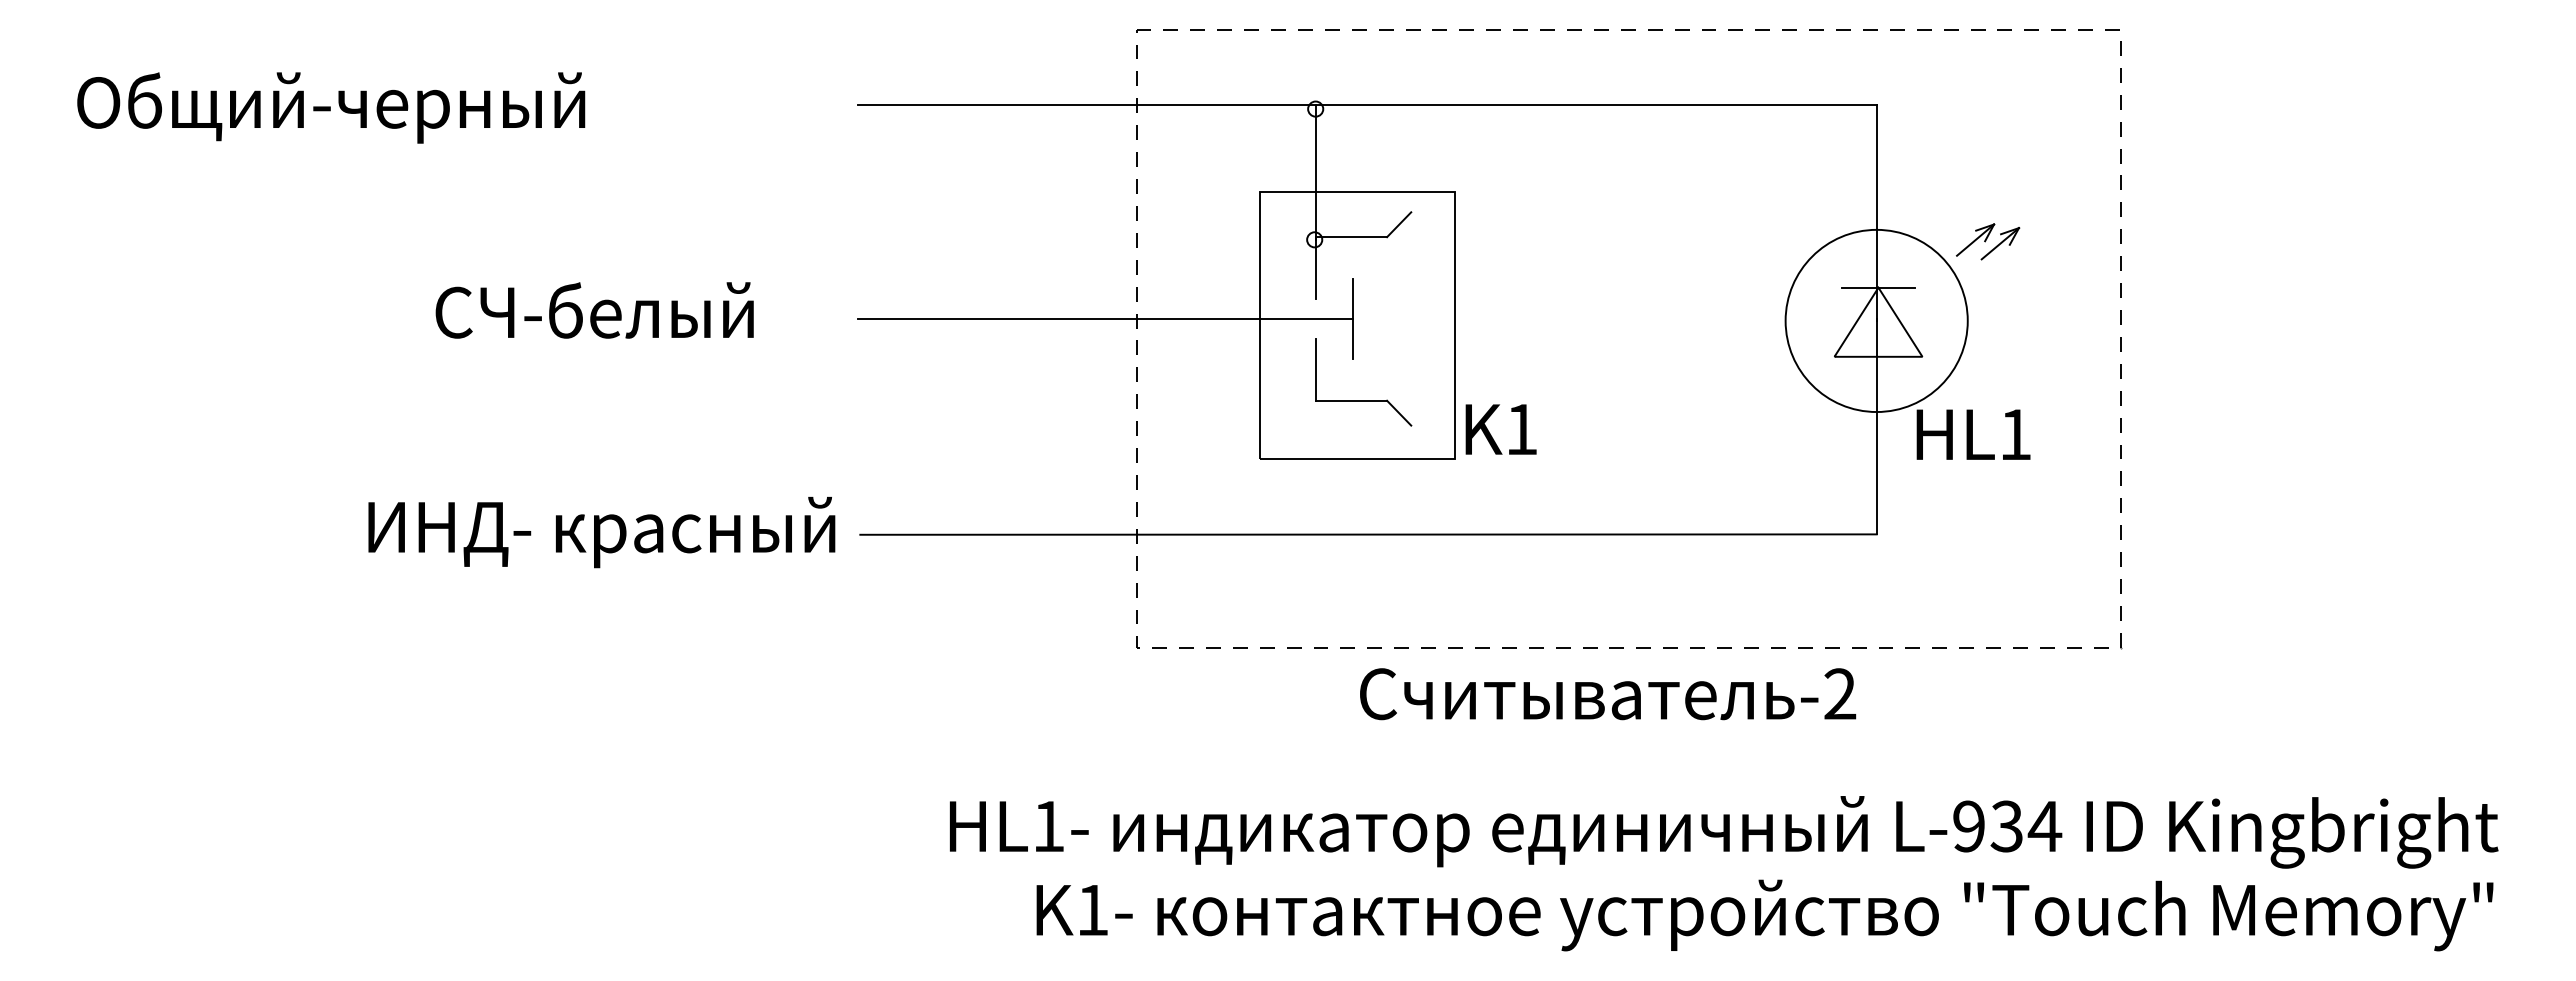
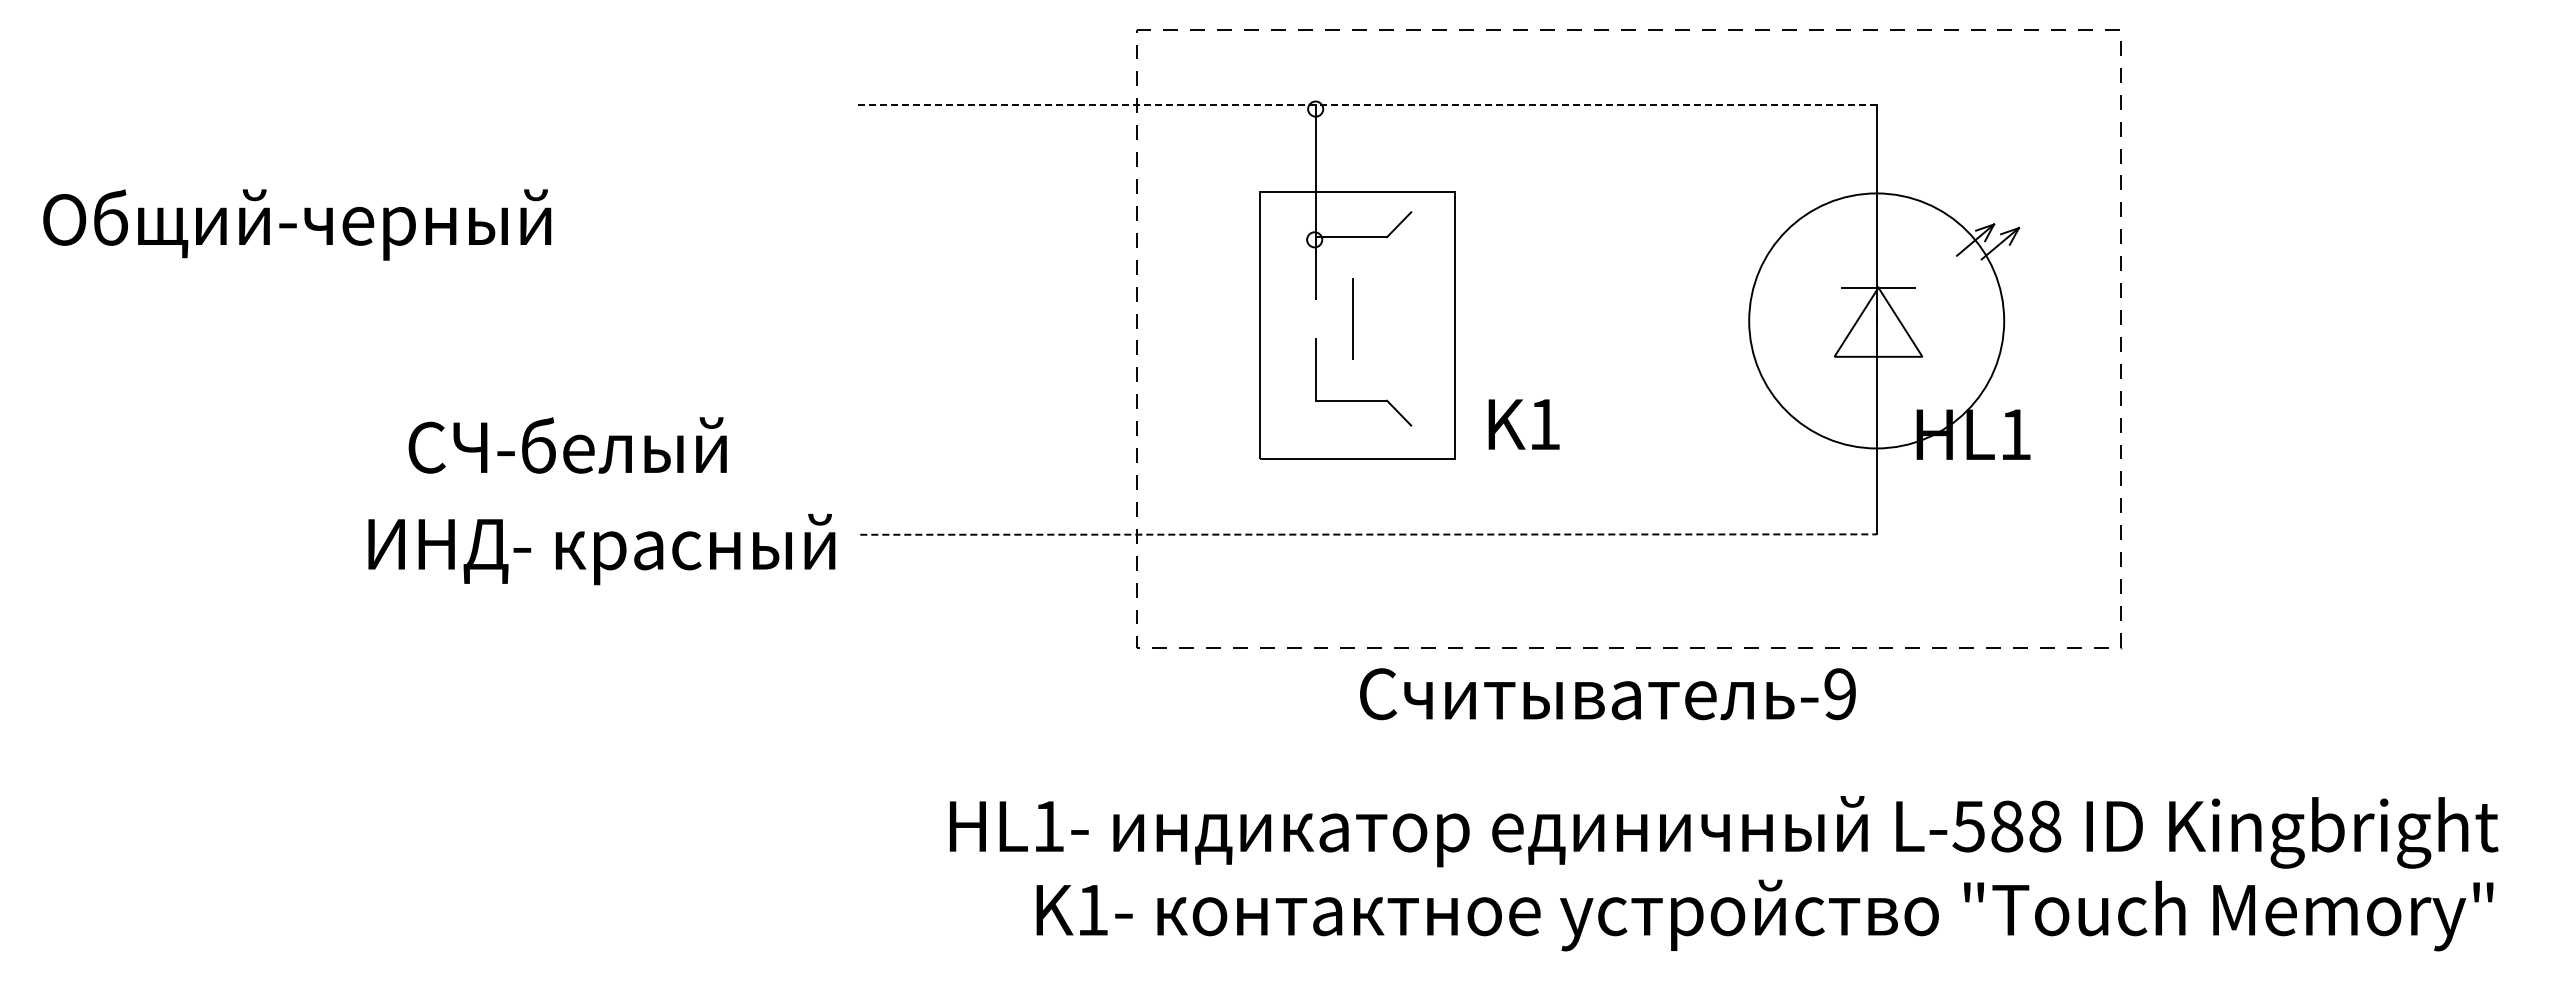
line at (1368, 105): solid -> dashed
text at (331, 107) position: (331, 107) -> (297, 224)
text at (594, 310) position: (594, 310) -> (567, 445)
line at (1105, 318): present -> none
circle at (1876, 320) diameter: 182 px -> 255 px
text at (1500, 429) position: (1500, 429) -> (1523, 424)
text at (601, 532) position: (601, 532) -> (601, 549)
line at (1369, 534): solid -> dashed
text at (1840, 694): -2 -> -9
text at (2007, 826): L-934 -> L-588
